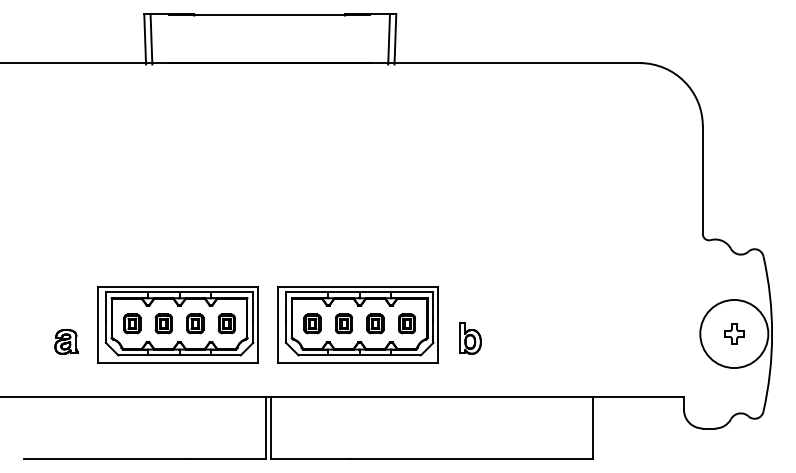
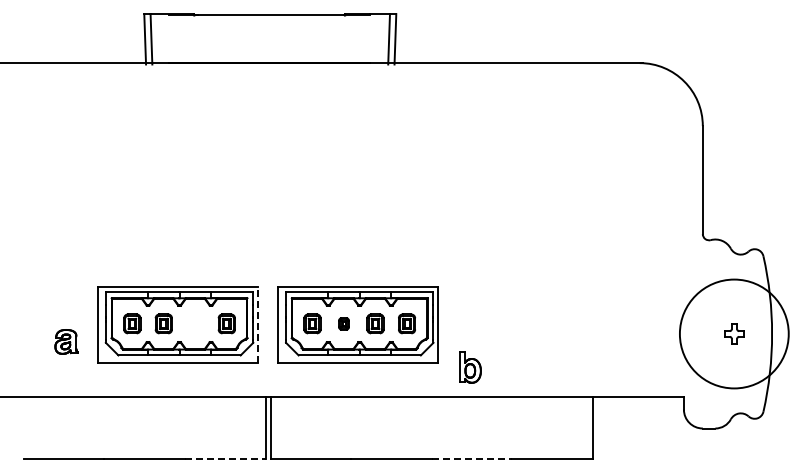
part at (195, 323): present -> none
part at (343, 323) size: 18x22 px -> 12x14 px
line at (258, 325): solid -> dashed
circle at (734, 333) diameter: 68 px -> 109 px
part at (470, 338) position: (470, 338) -> (470, 367)
line at (225, 458): solid -> dashed
line at (472, 458): solid -> dashed
